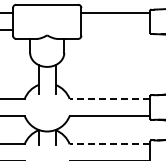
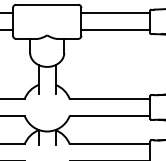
line at (115, 30): none -> present
line at (109, 98): dashed -> solid
line at (109, 144): dashed -> solid
